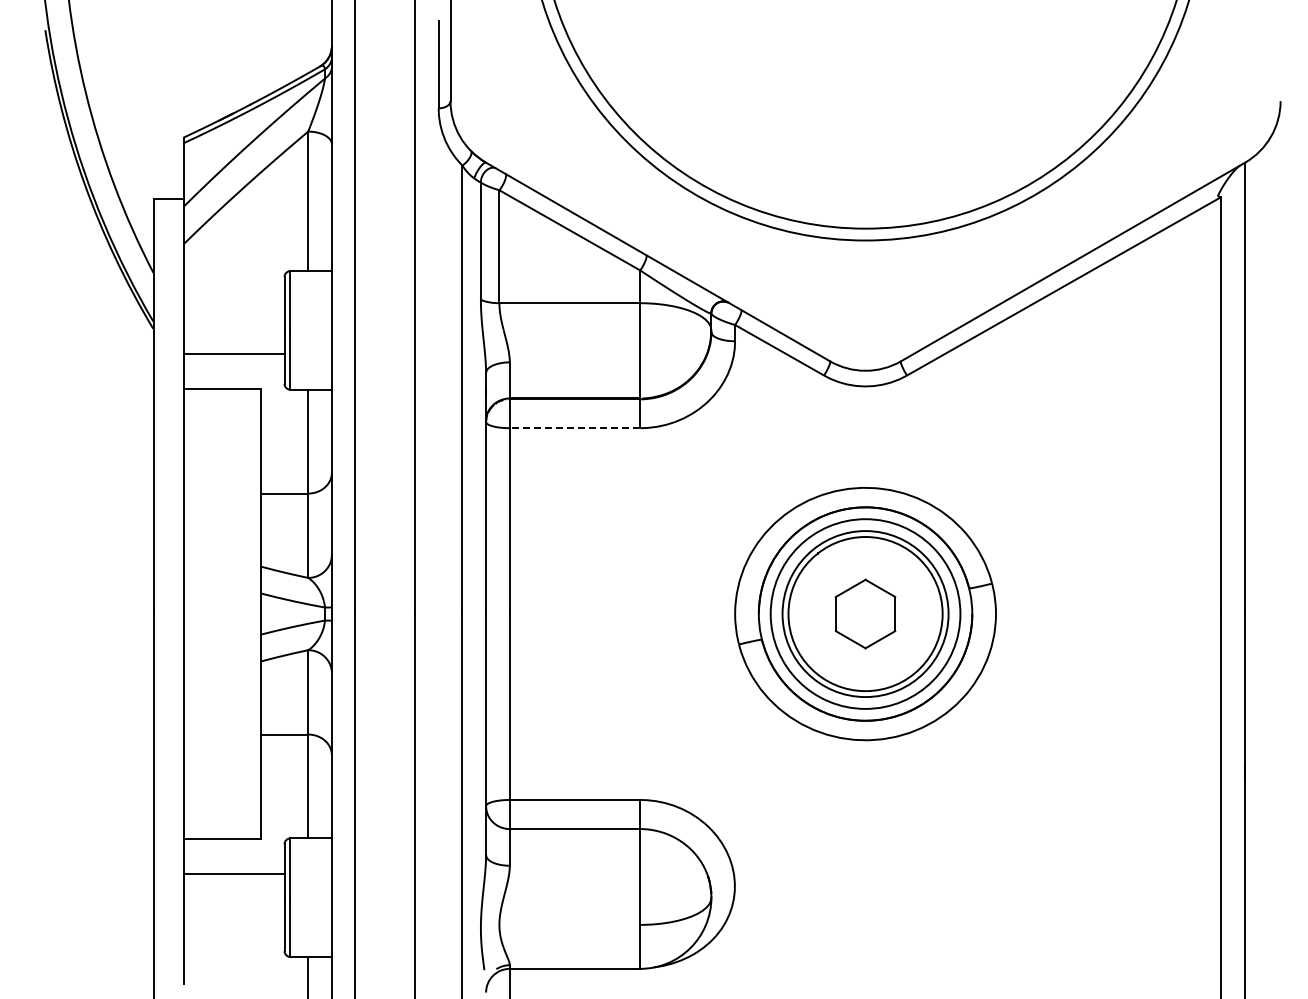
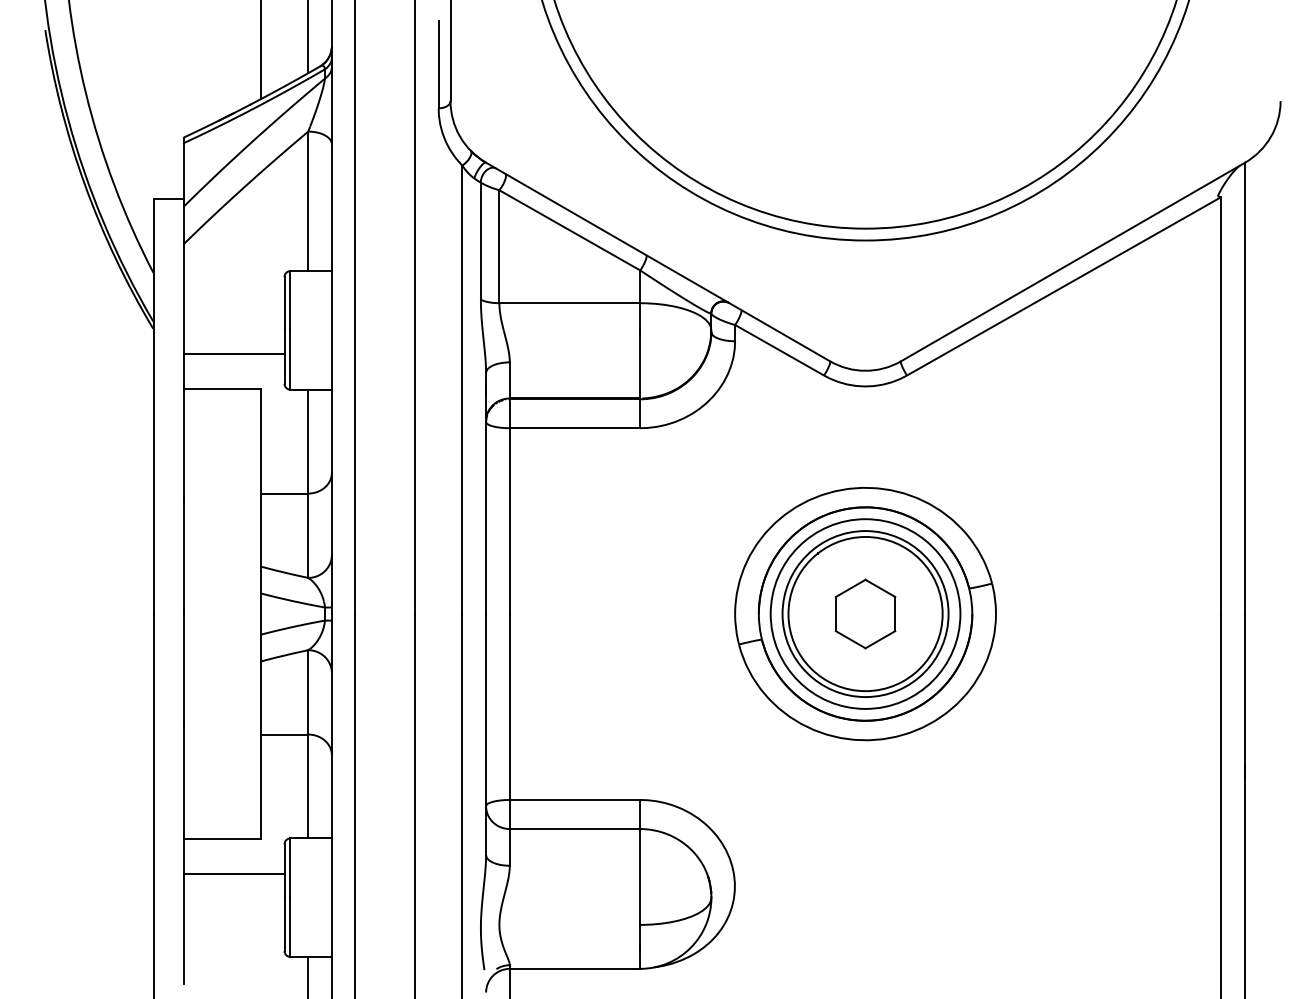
line at (308, 37): none -> present
line at (260, 50): none -> present
line at (574, 428): dashed -> solid
